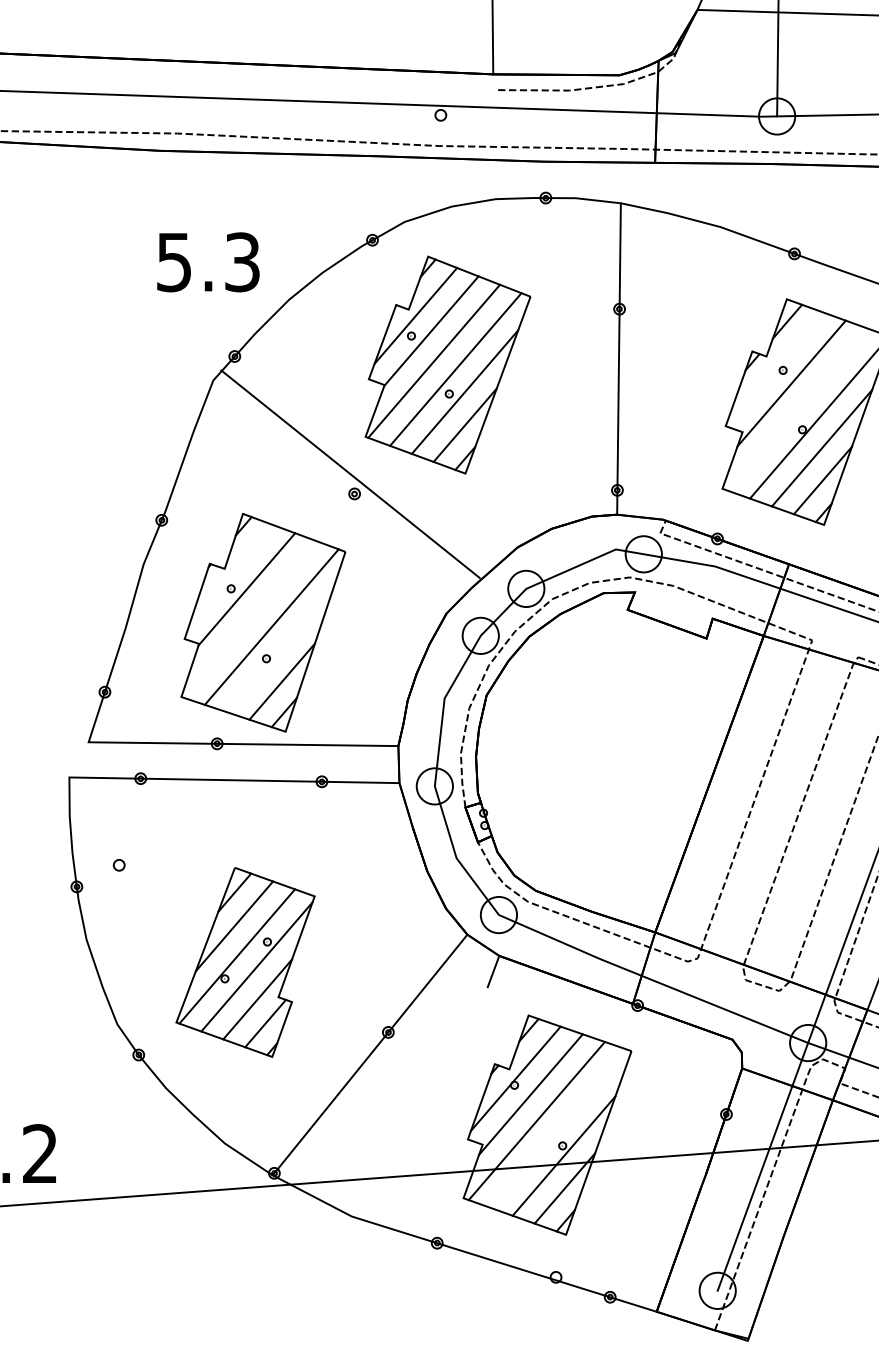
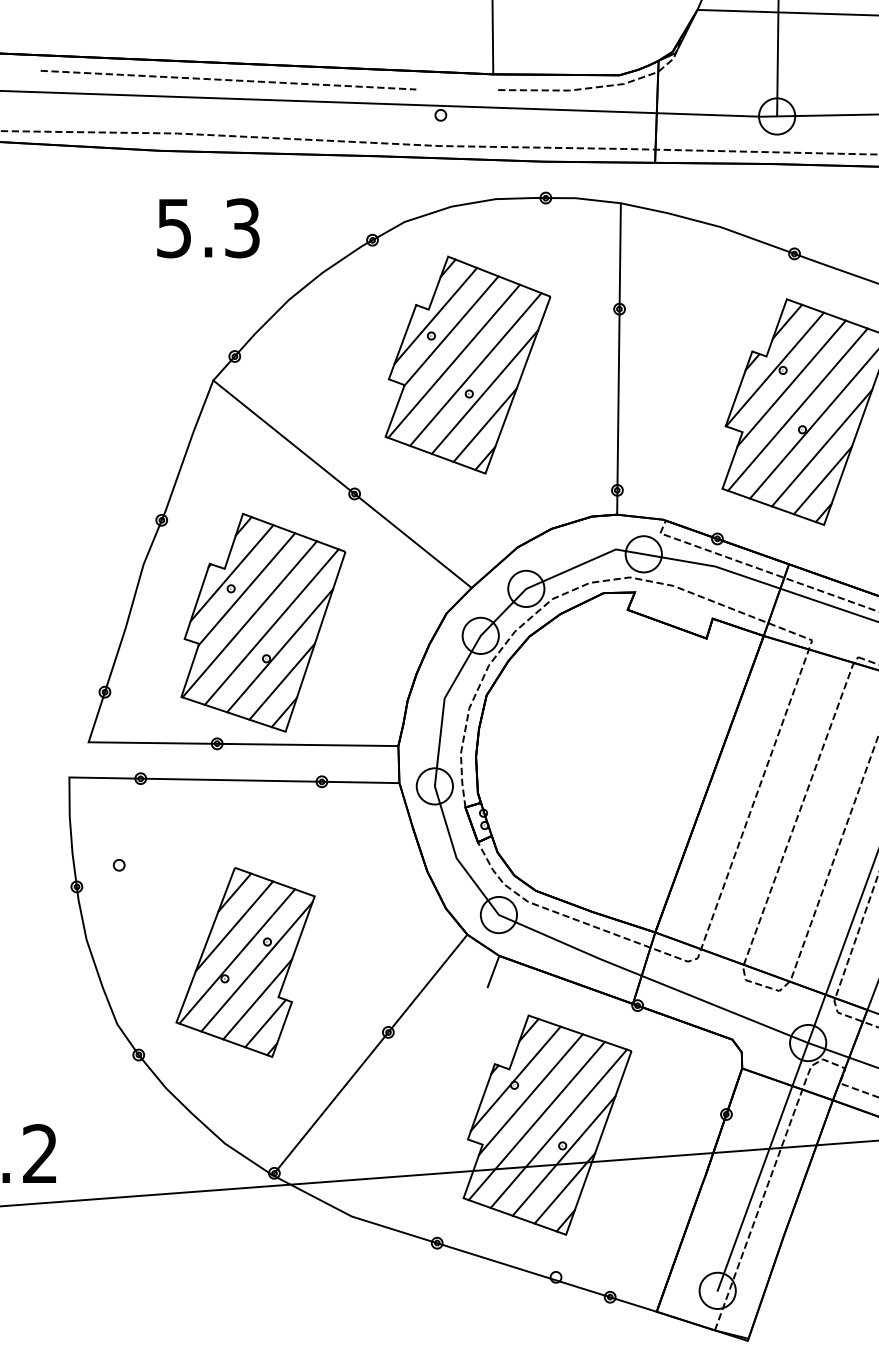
line at (228, 79): none -> present
text at (208, 262) position: (208, 262) -> (208, 228)
part at (447, 364) position: (447, 364) -> (467, 364)
line at (774, 369): none -> present
line at (797, 409): none -> present
line at (350, 473) position: (350, 473) -> (342, 483)
line at (231, 573): none -> present
line at (249, 619): none -> present
line at (280, 650): none -> present
line at (558, 1128): none -> present
